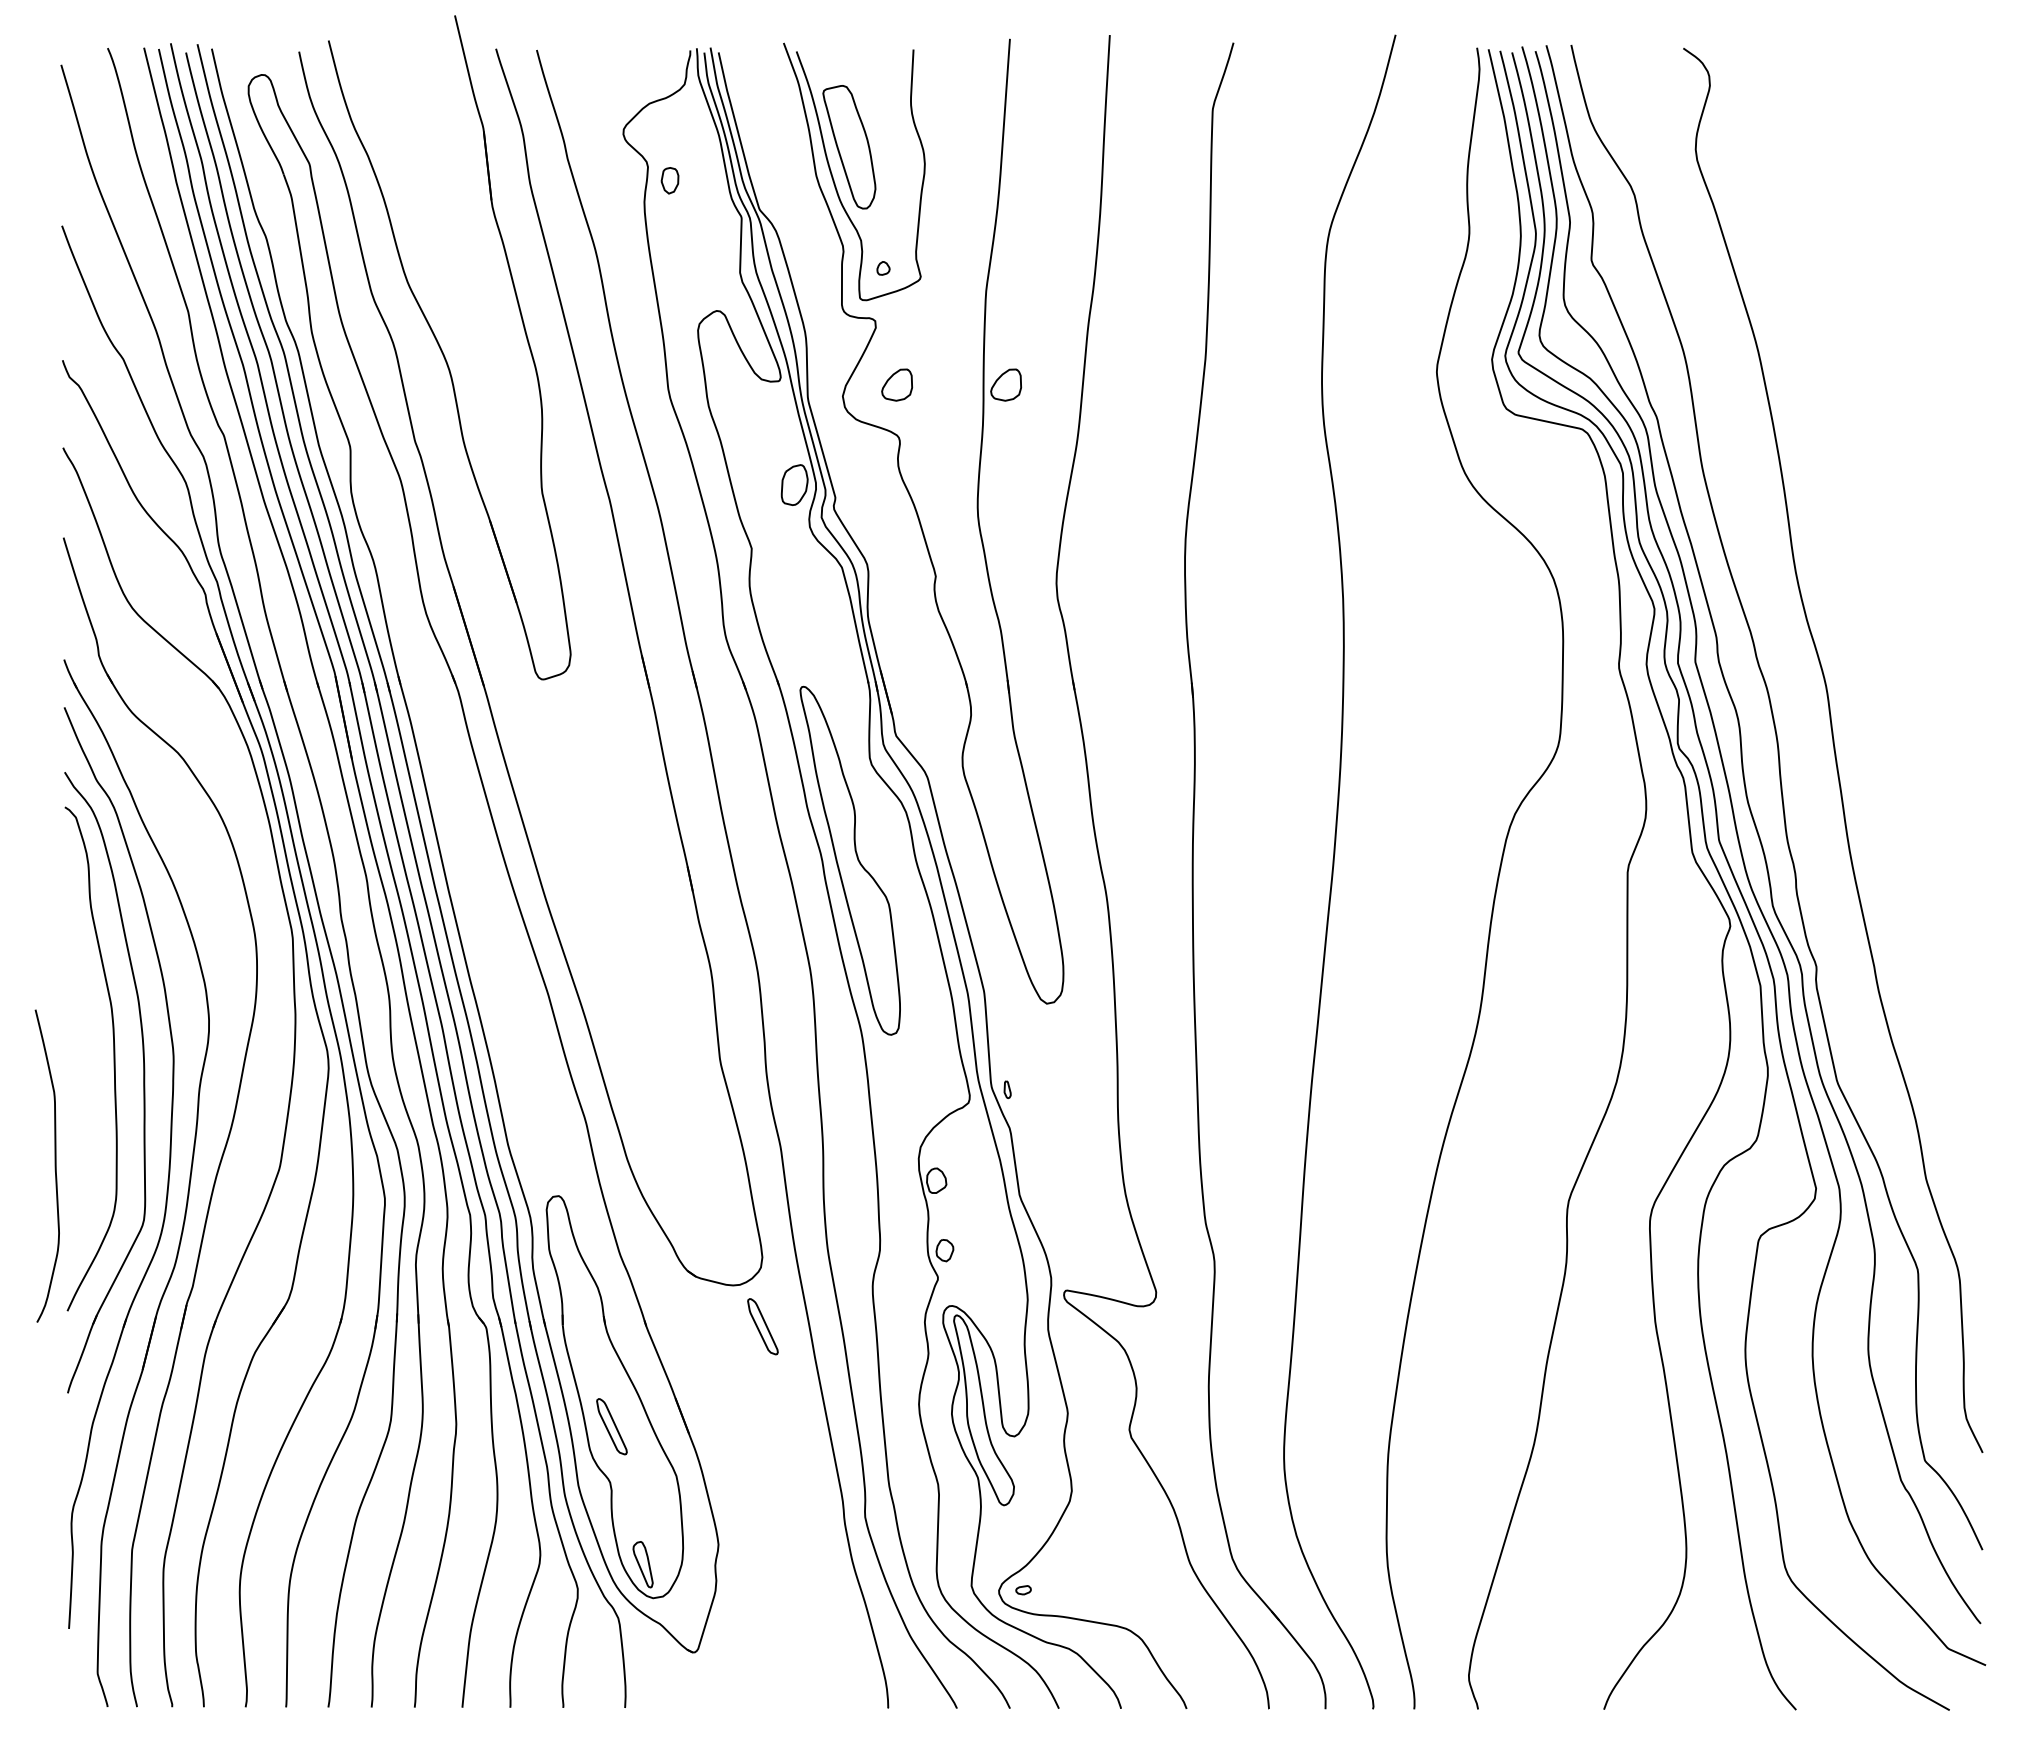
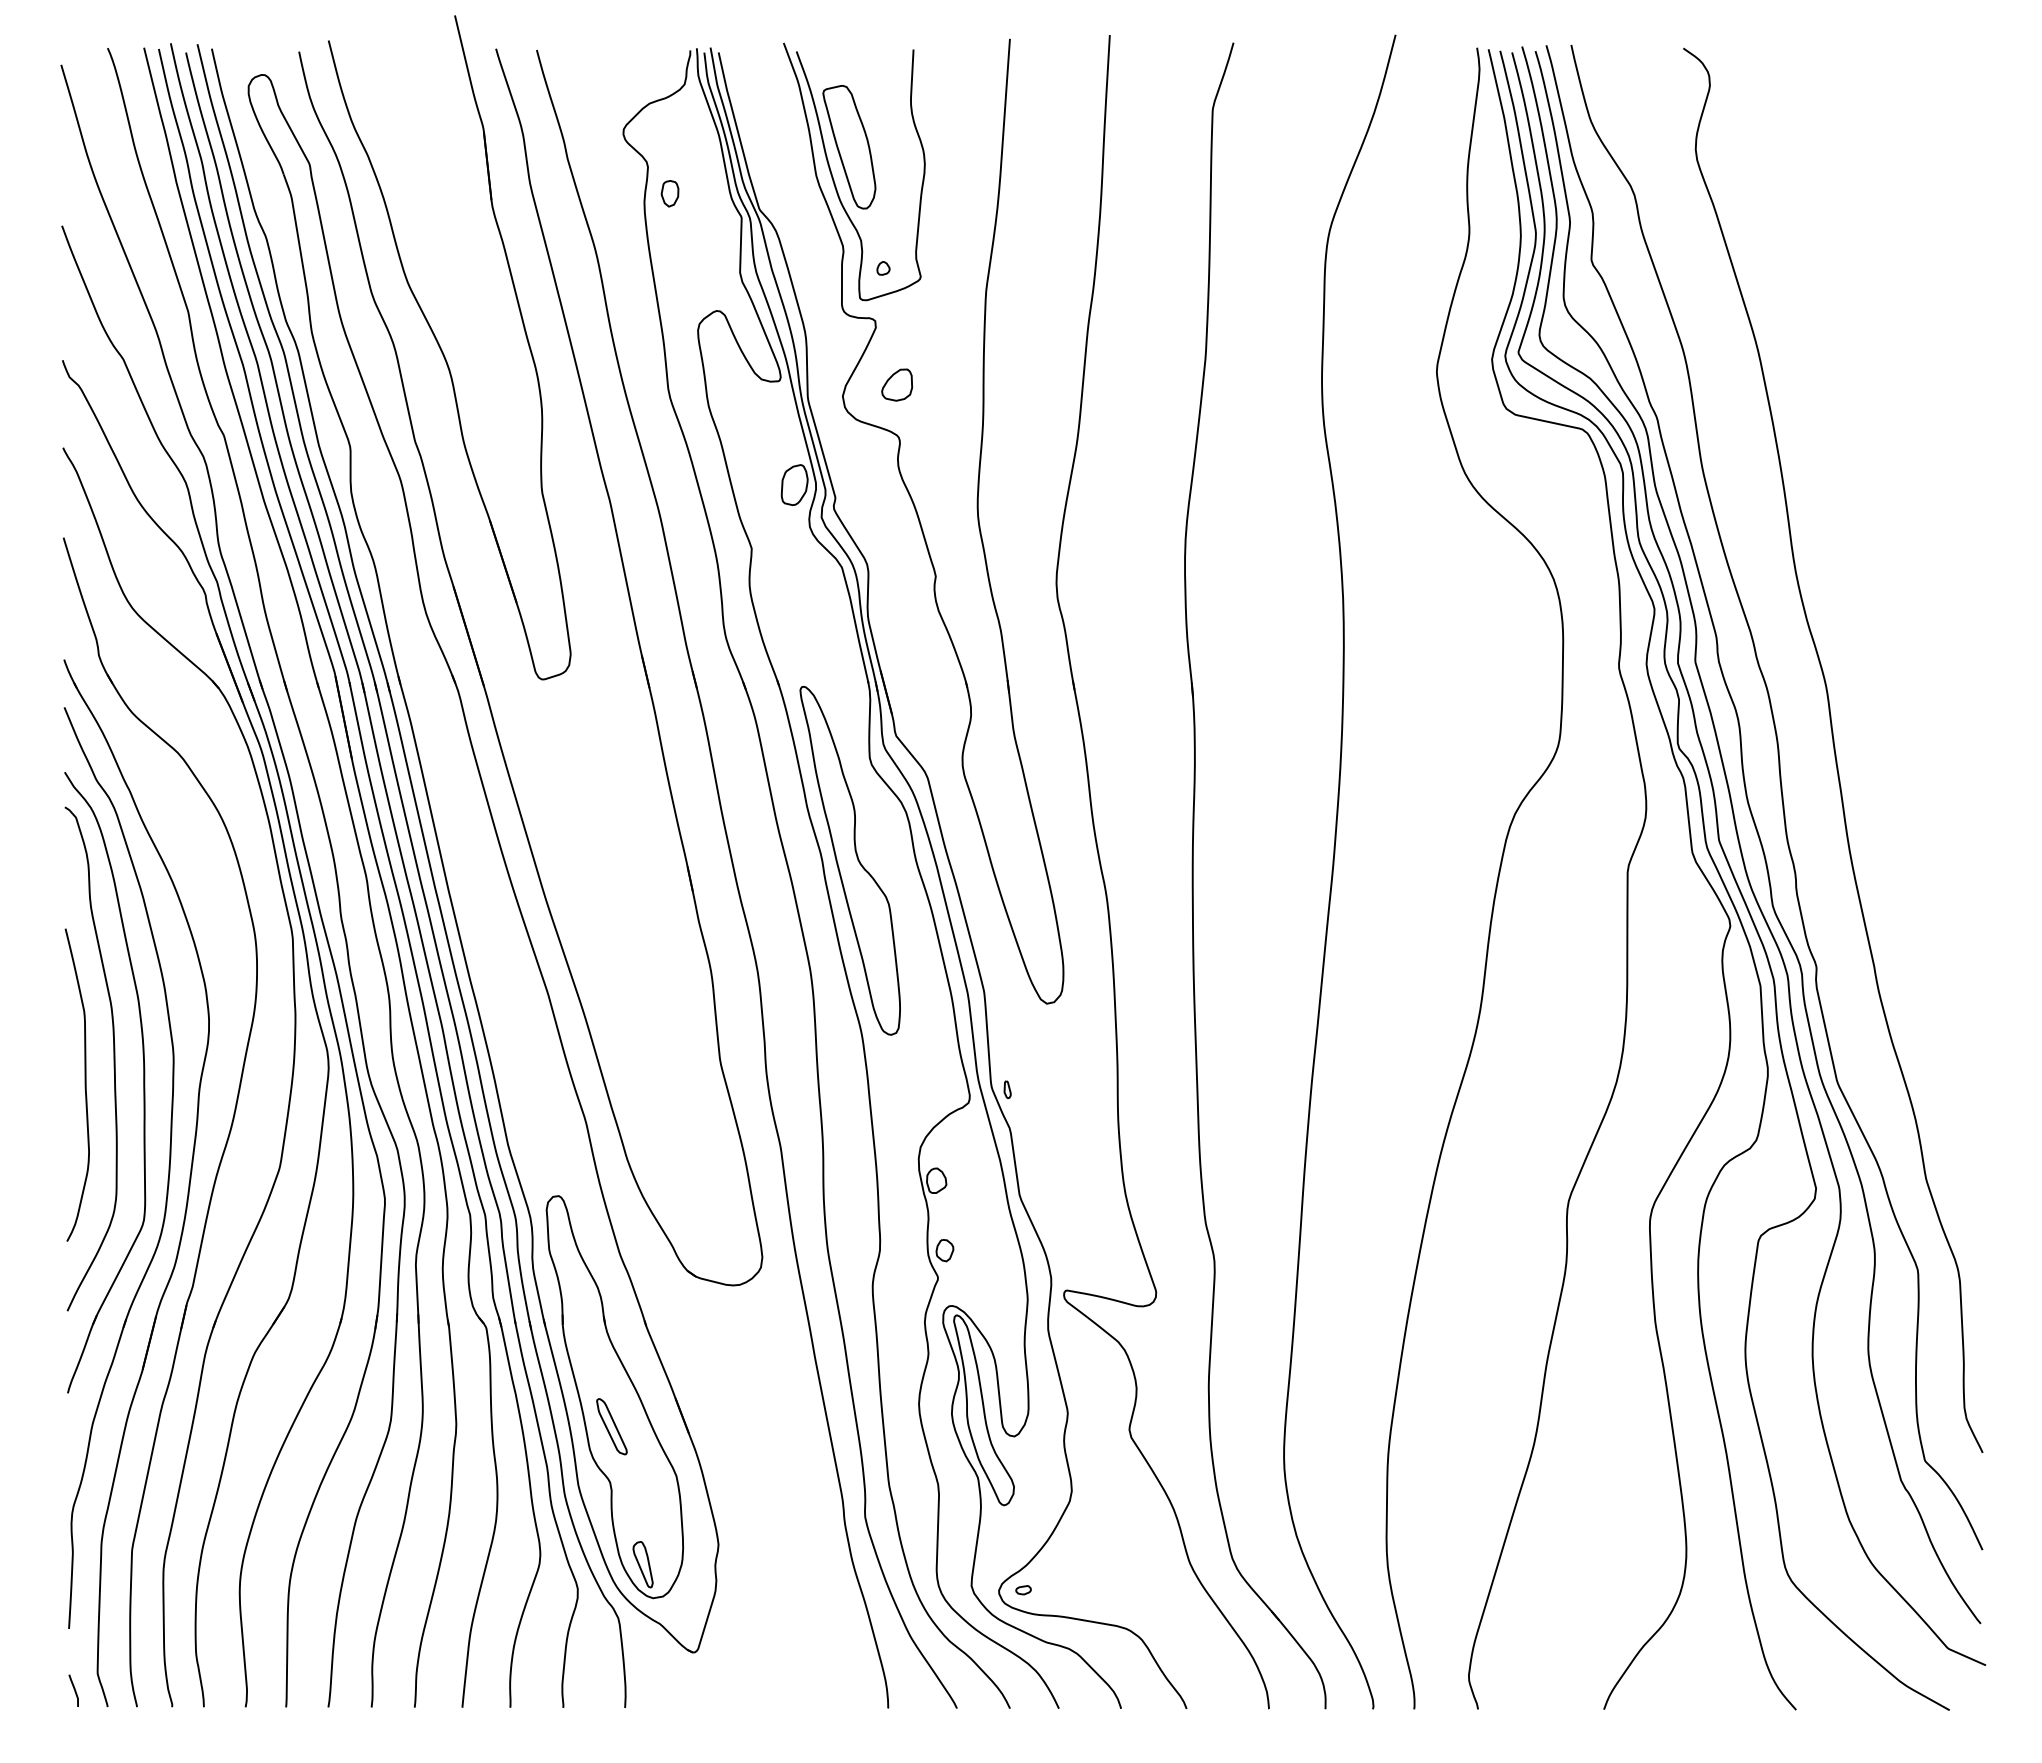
part at (669, 180) position: (669, 180) -> (669, 193)
part at (1006, 384): present -> none
curve at (54, 1165) position: (54, 1165) -> (84, 1084)
part at (762, 1326): present -> none
line at (73, 1689): none -> present
